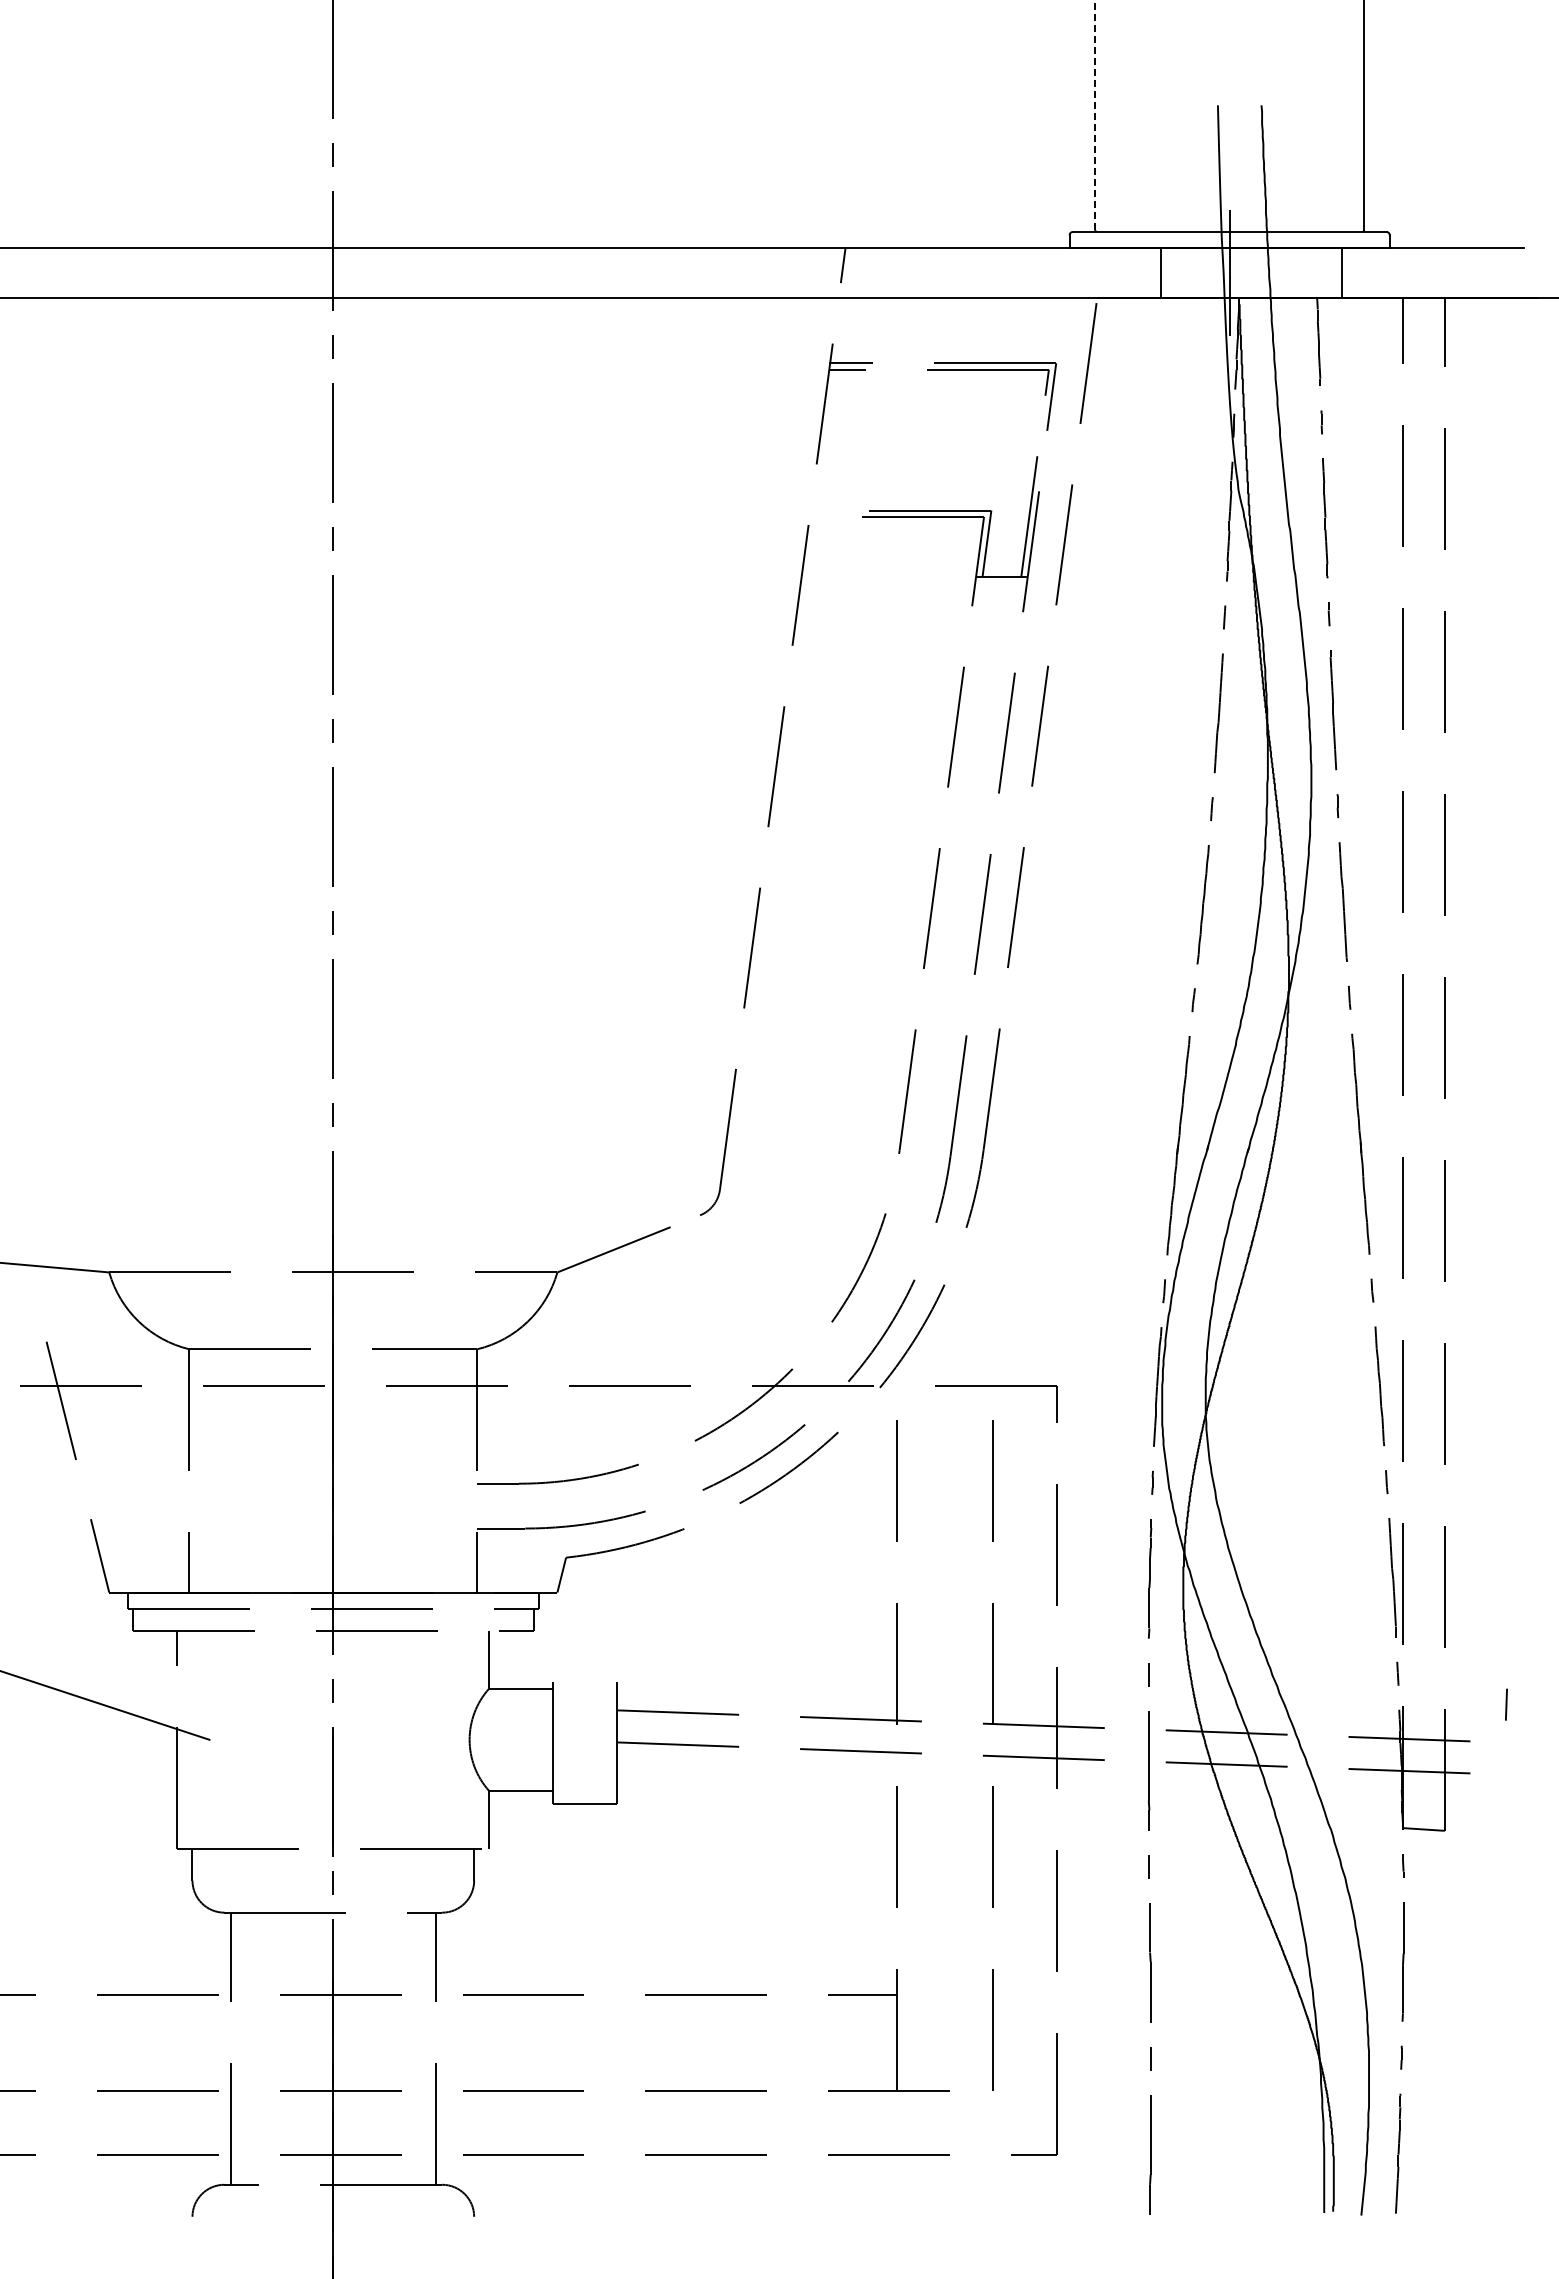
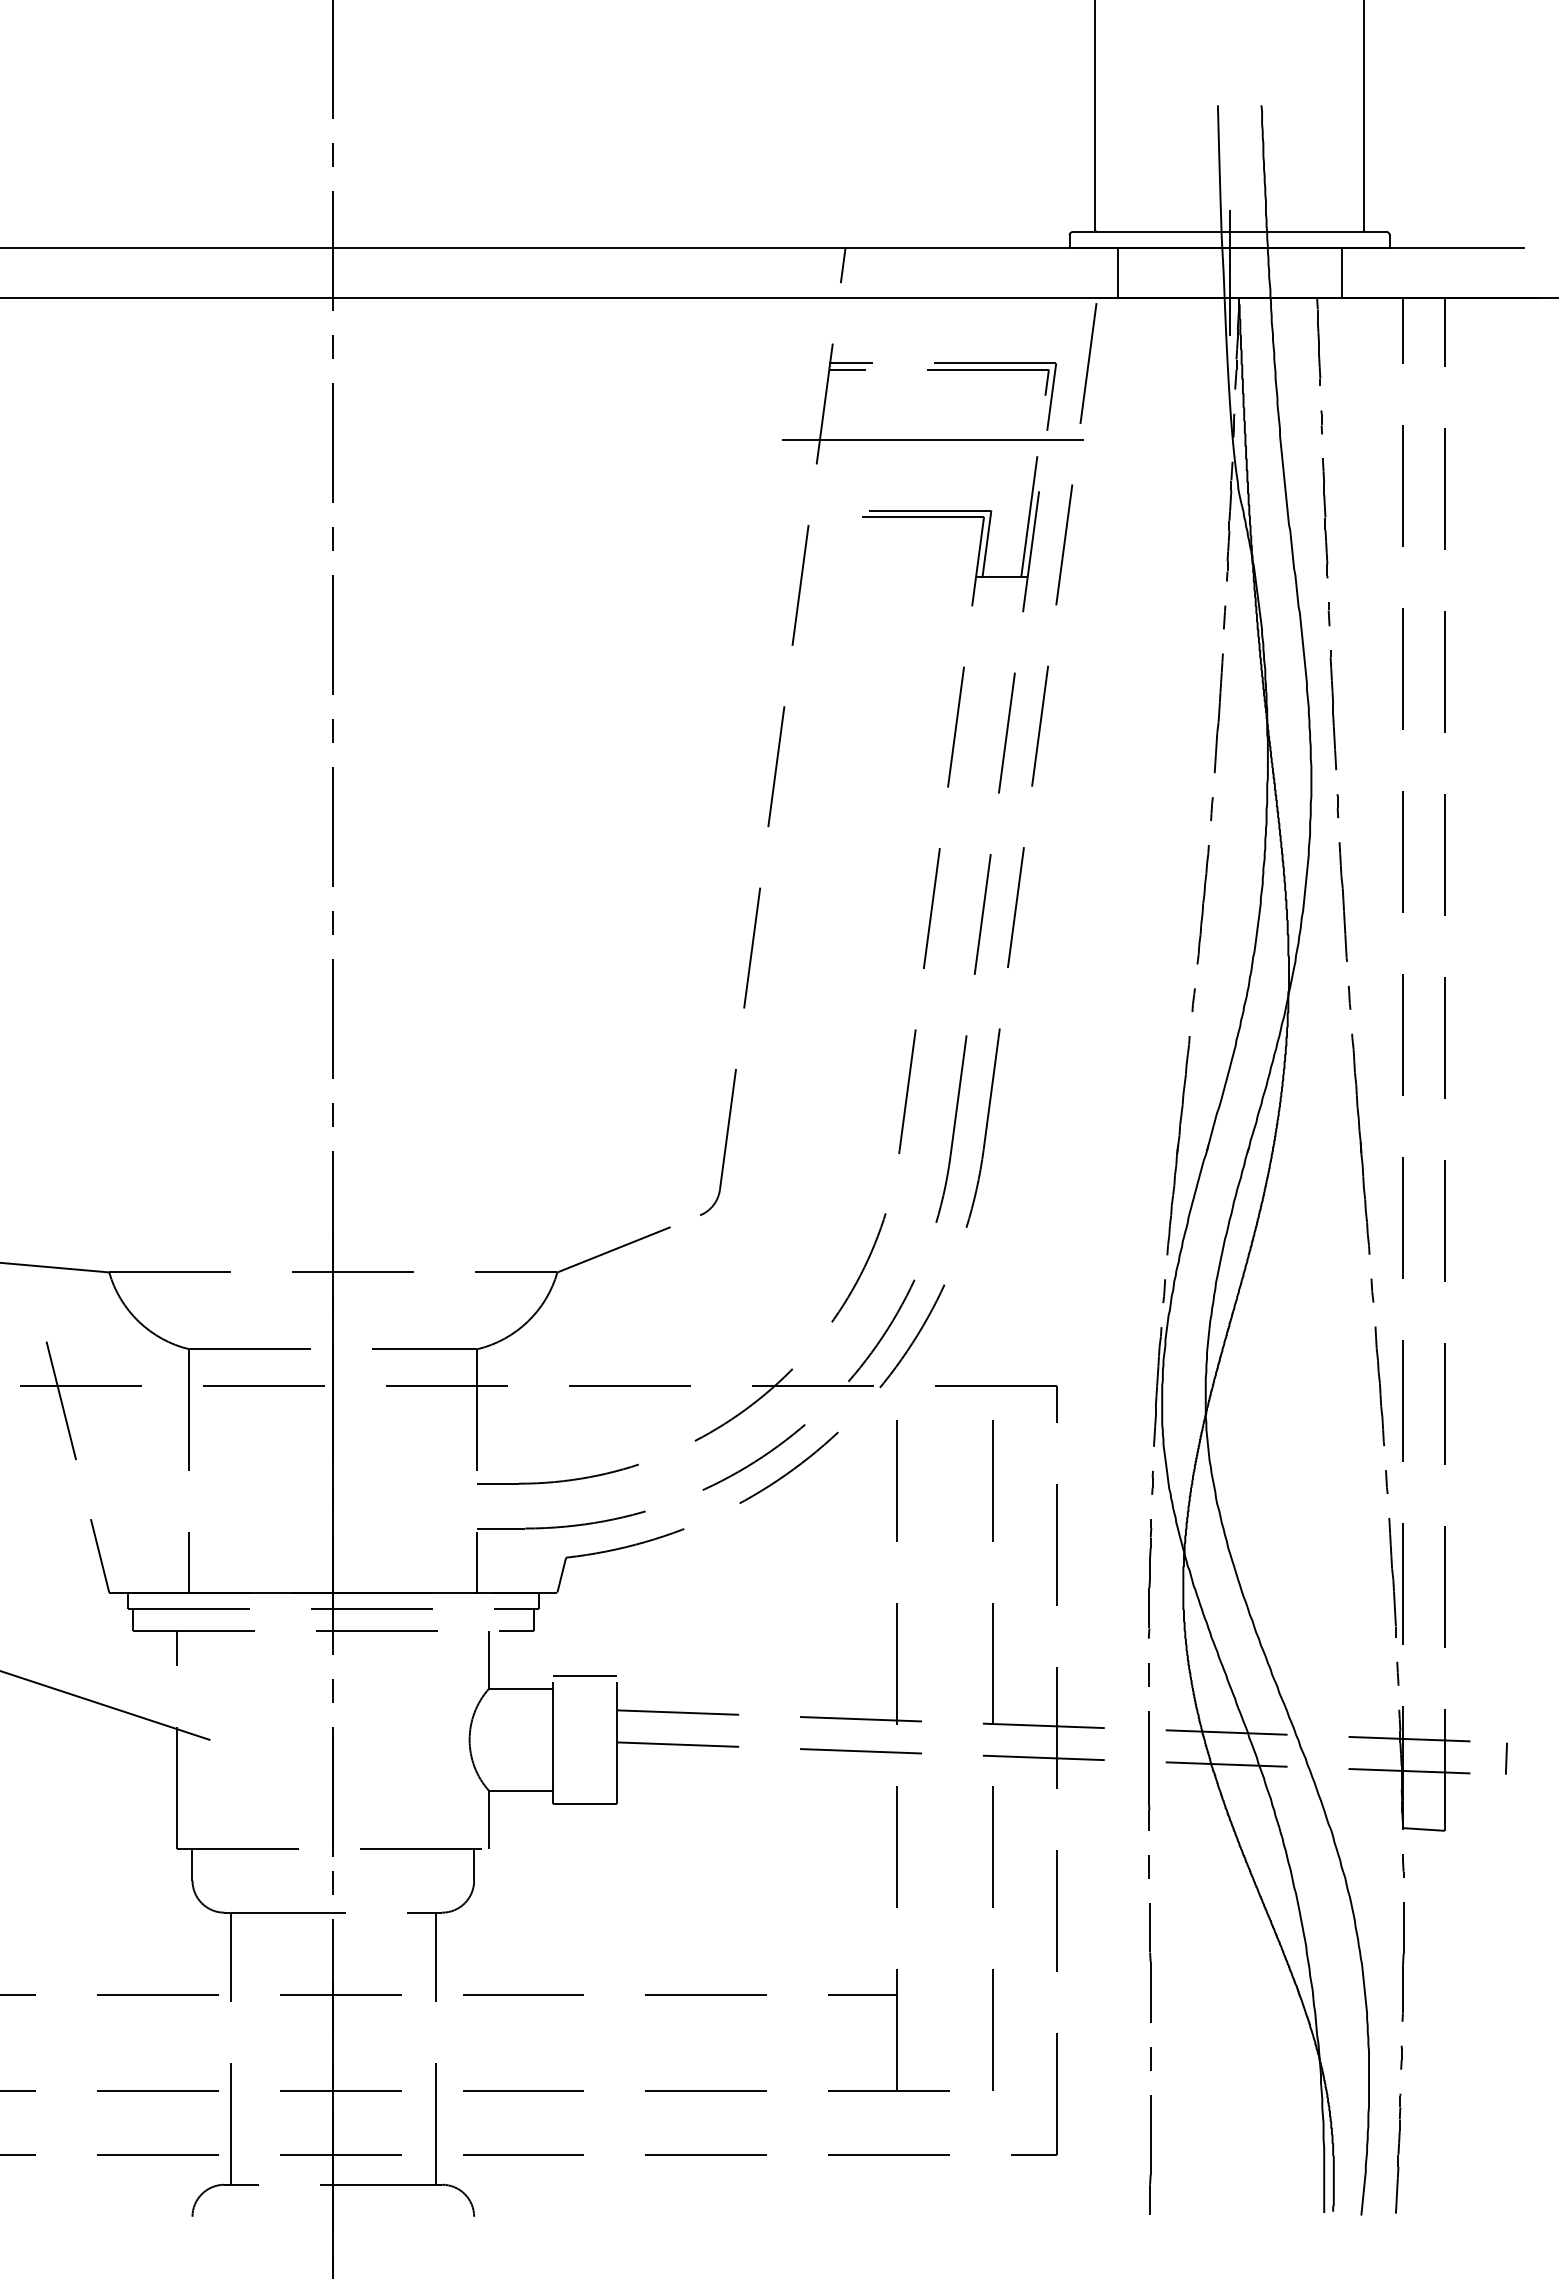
line at (1095, 115): dashed -> solid
line at (1160, 272) position: (1160, 272) -> (1117, 272)
line at (932, 440): none -> present
line at (585, 1675): none -> present
line at (1506, 1704) position: (1506, 1704) -> (1506, 1758)
